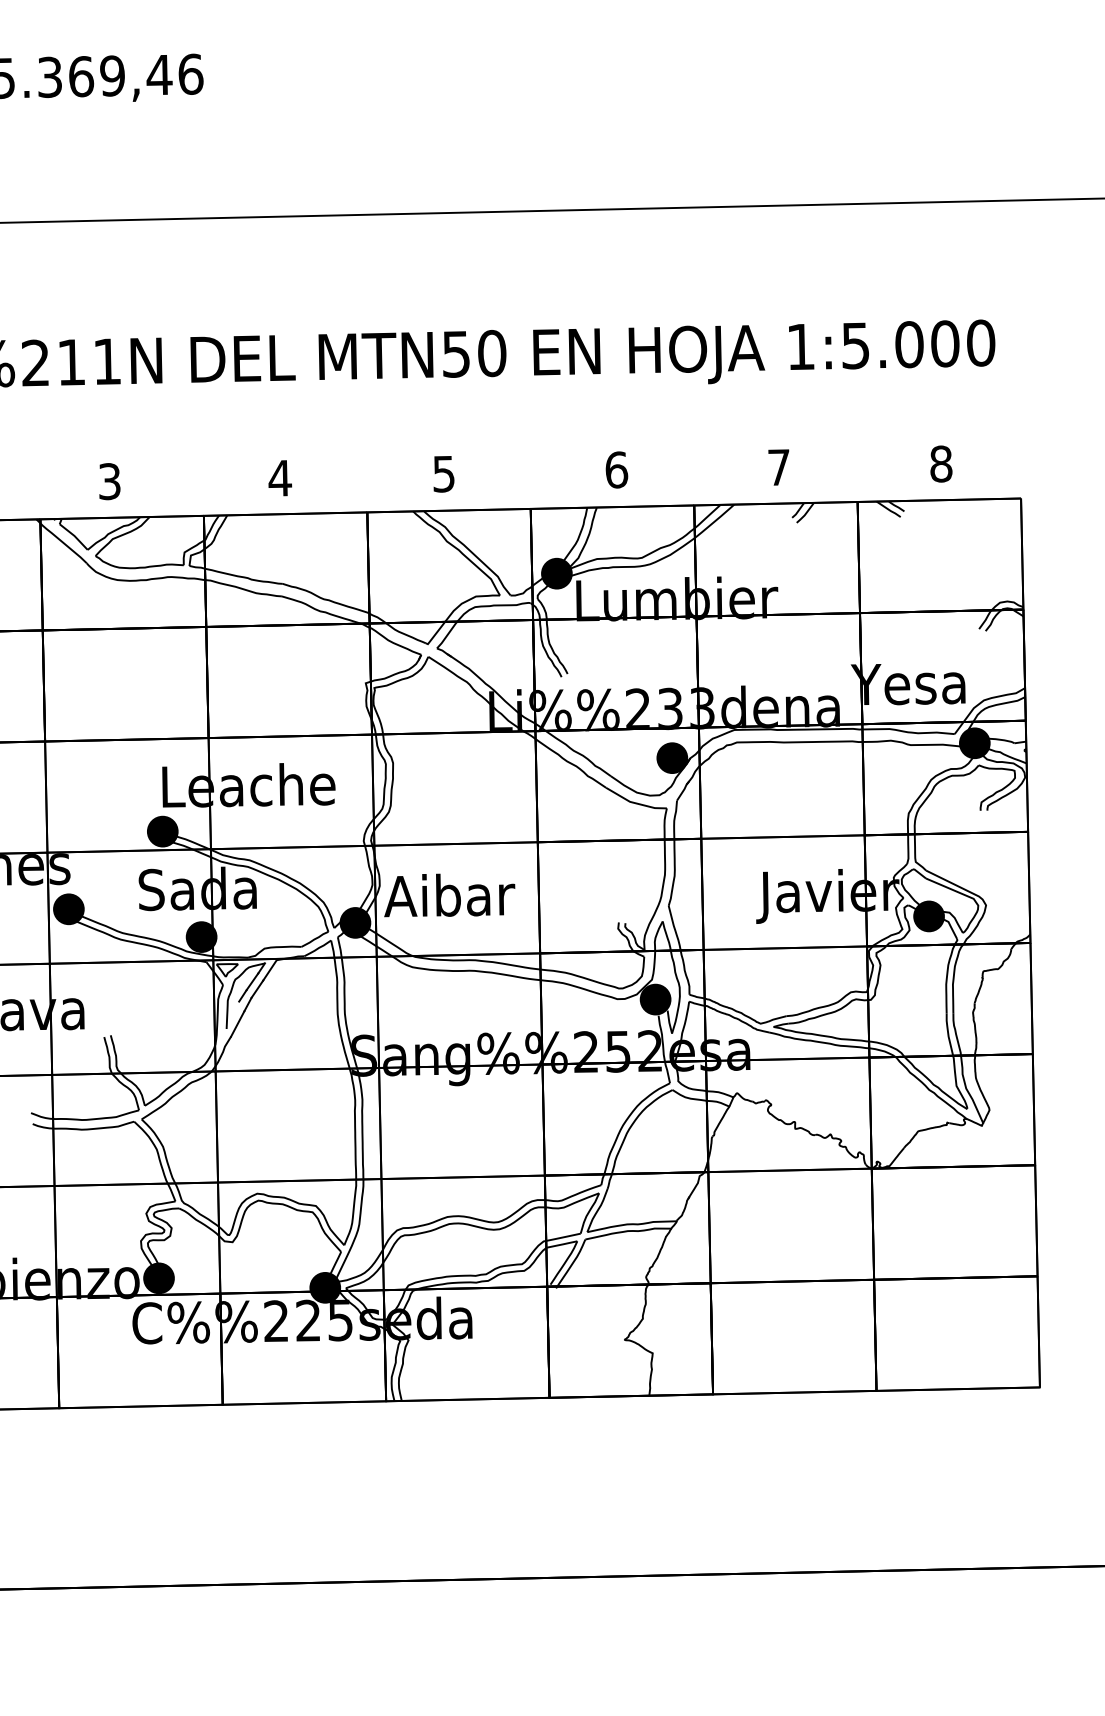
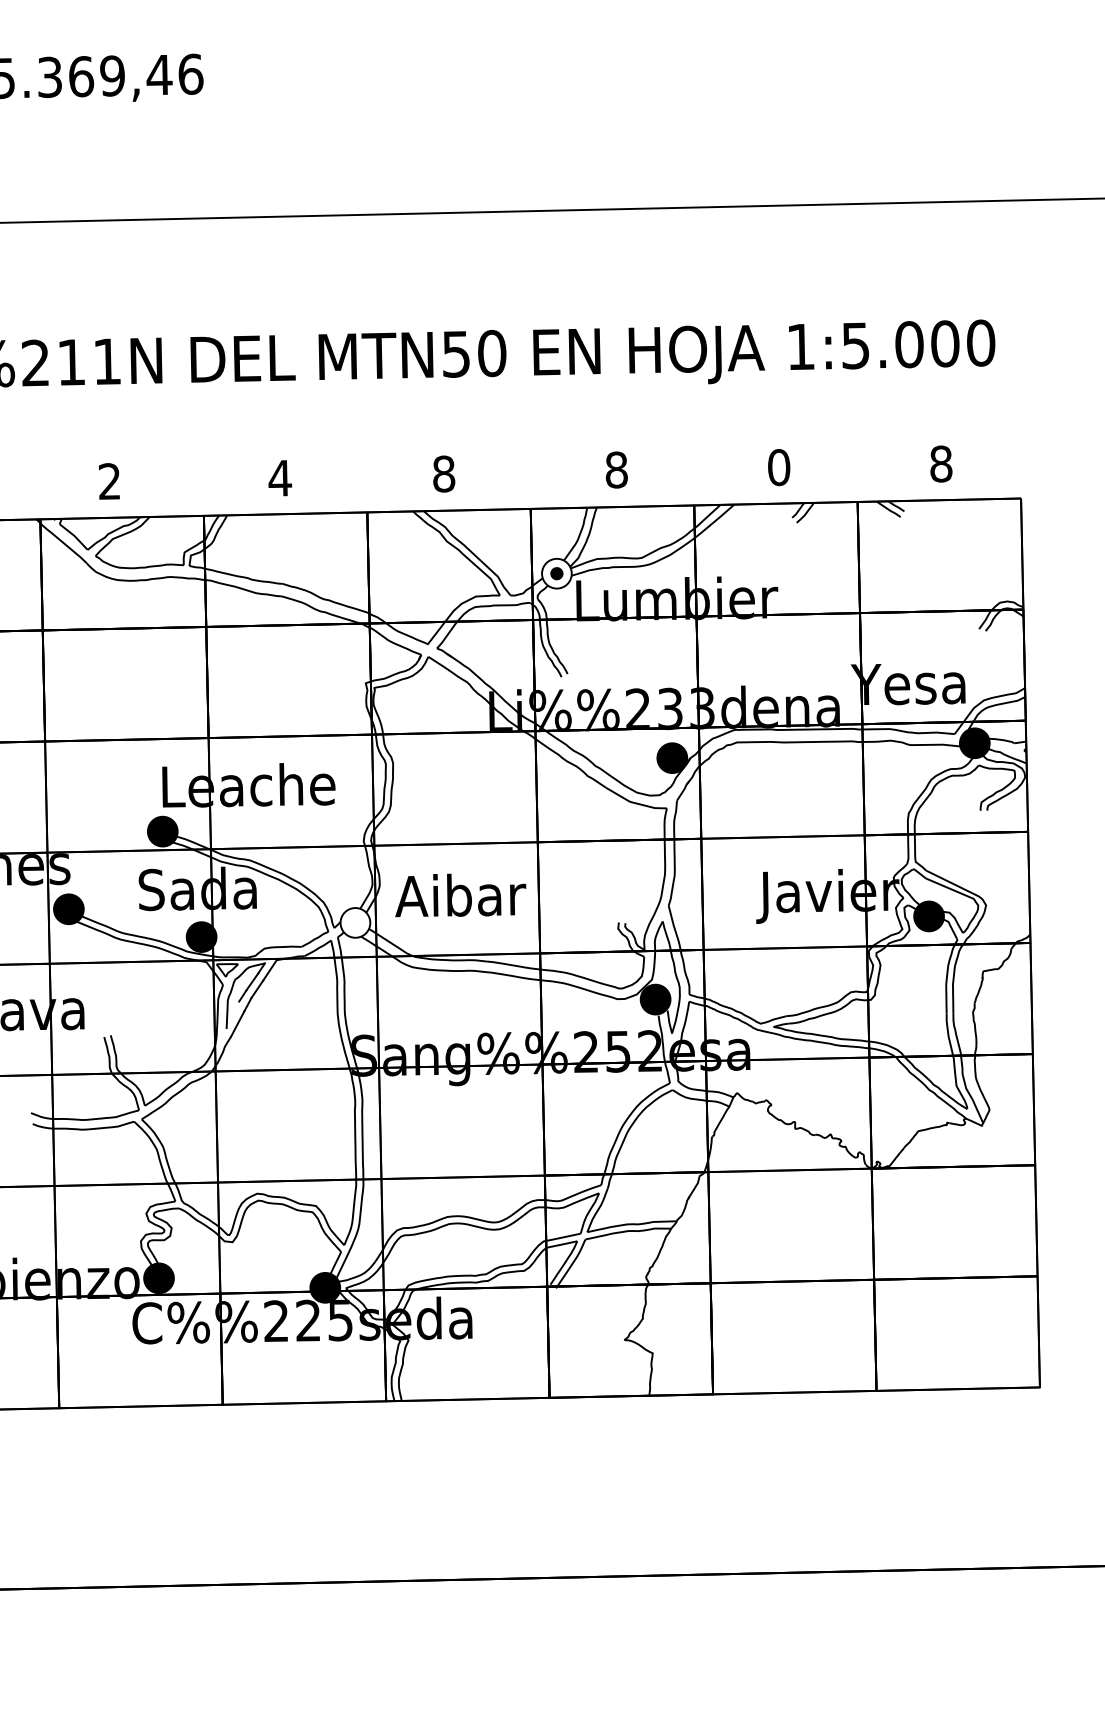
text at (779, 467): 7 -> 0
text at (616, 469): 6 -> 8
text at (444, 473): 5 -> 8
text at (109, 481): 3 -> 2
fill at (556, 573): present -> none
text at (449, 895) position: (449, 895) -> (460, 895)
fill at (354, 922): present -> none
fill at (355, 922): present -> none
